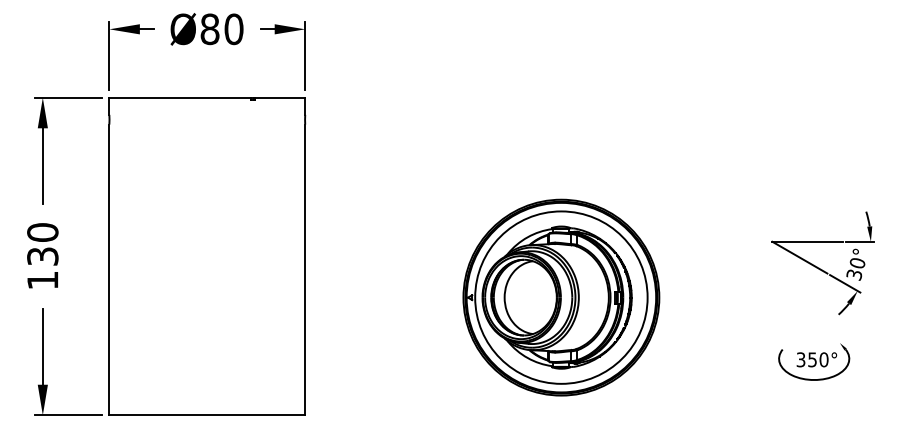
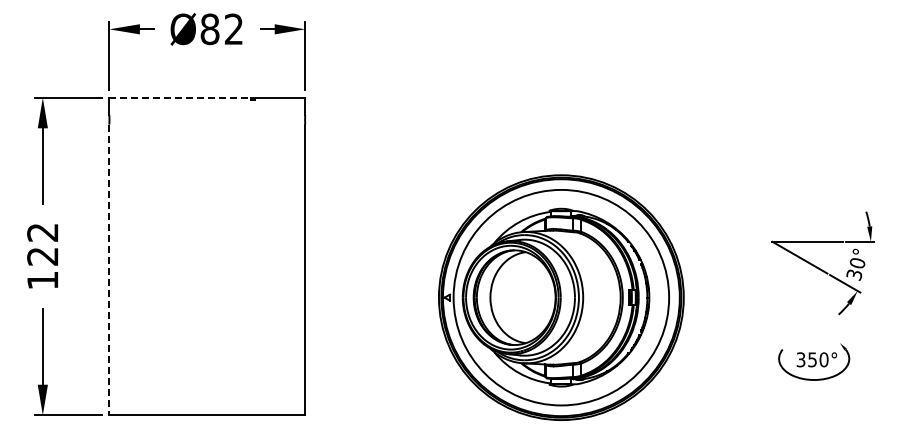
text at (233, 29): Ø80 -> Ø82
line at (182, 97): solid -> dashed
text at (42, 244): 130 -> 122
line at (109, 270): solid -> dashed
part at (561, 297) size: 199x199 px -> 247x247 px
